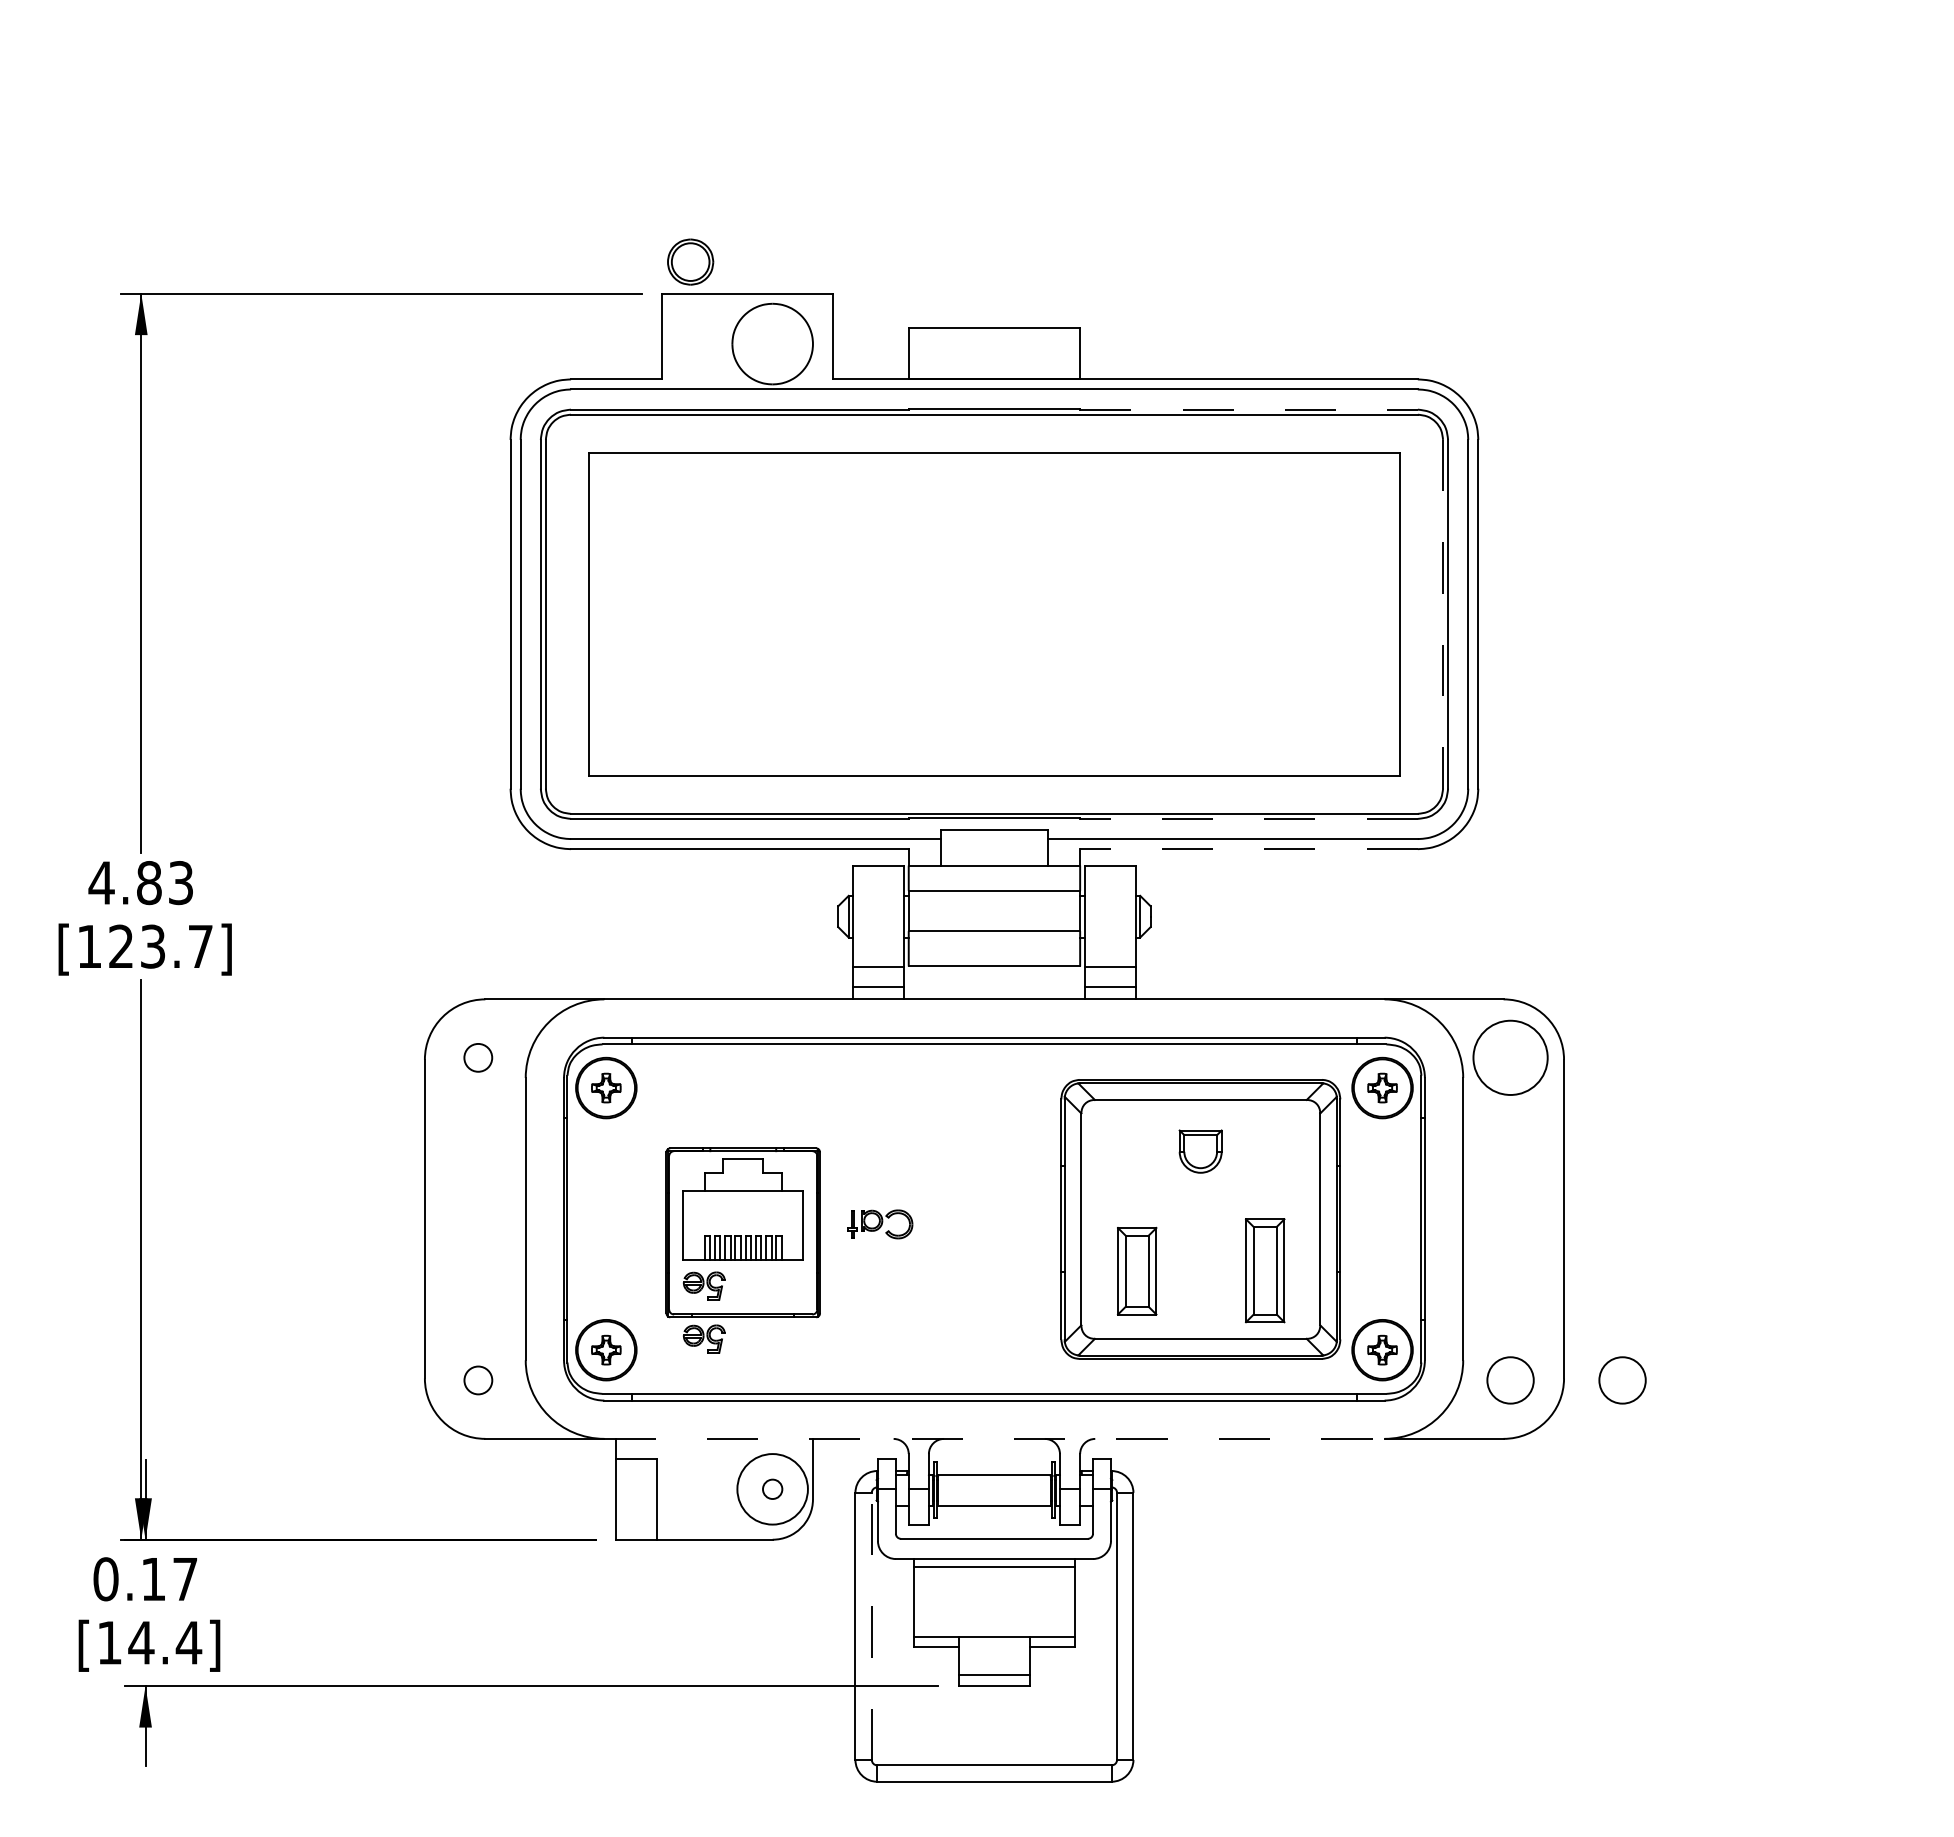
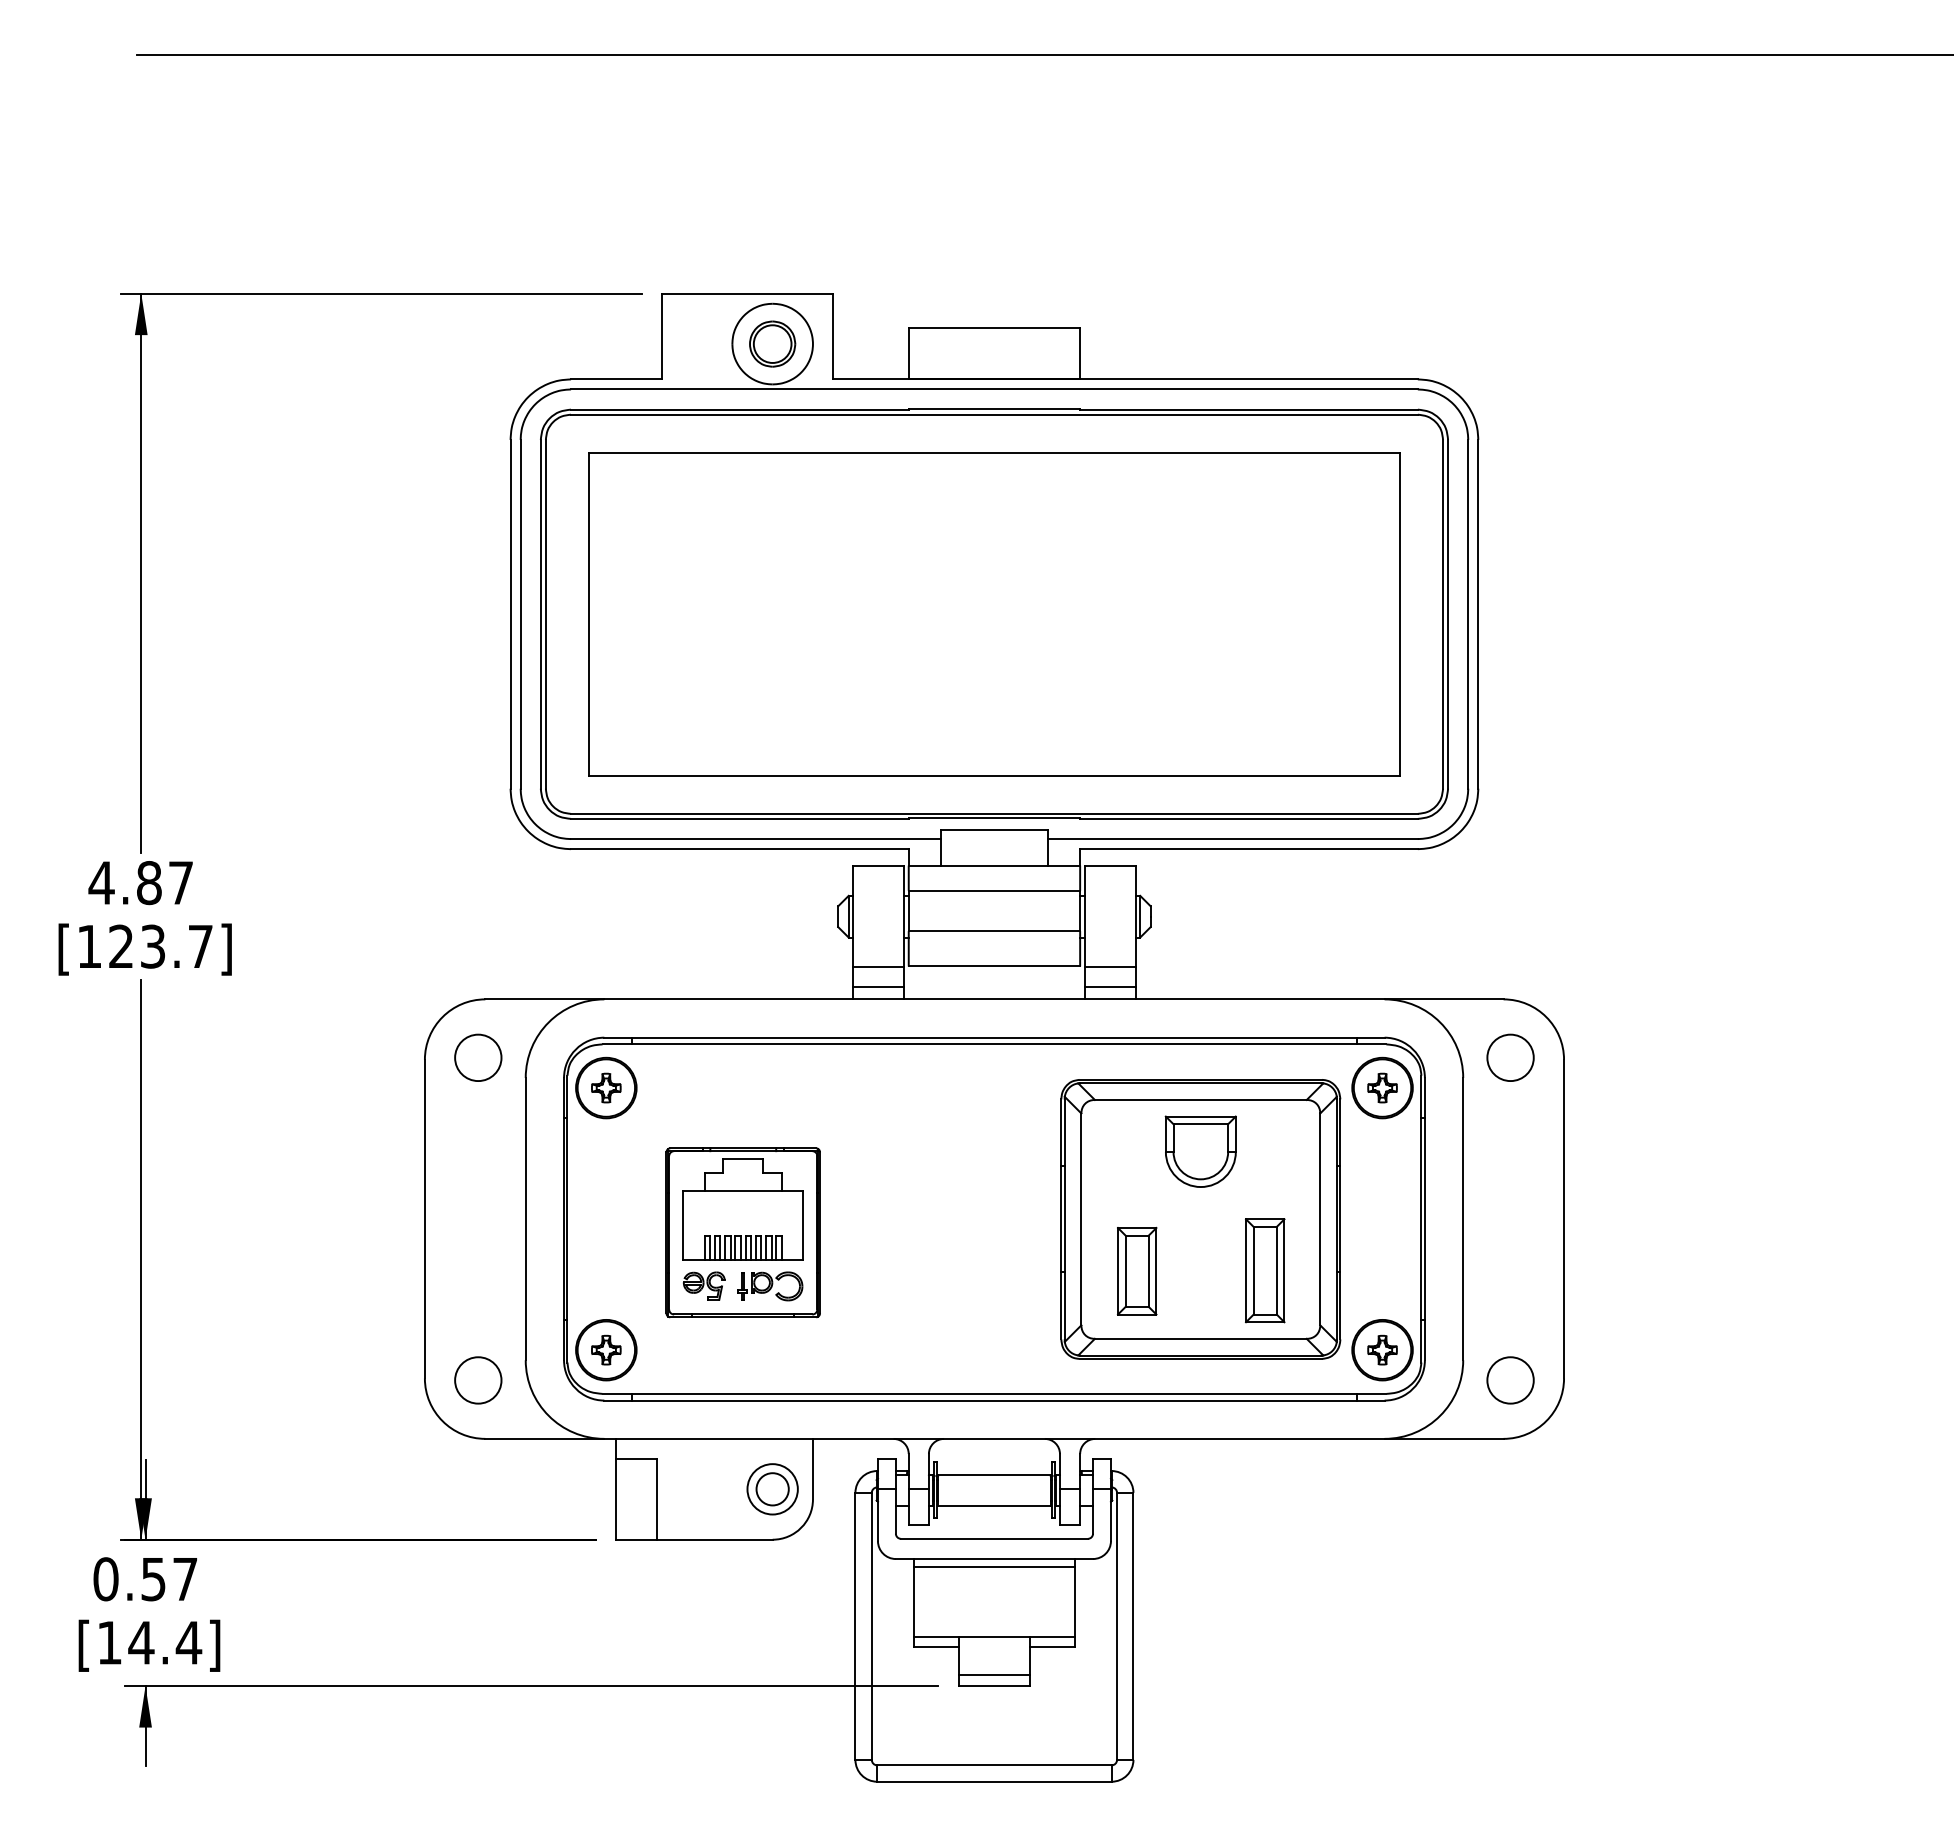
line at (1043, 55): none -> present
part at (690, 261) position: (690, 261) -> (772, 343)
line at (1248, 409): dashed -> solid
line at (1443, 614): dashed -> solid
line at (1248, 818): dashed -> solid
line at (1248, 849): dashed -> solid
text at (180, 883): 4.83 -> 4.87
circle at (478, 1057) diameter: 28 px -> 46 px
circle at (1510, 1057) diameter: 74 px -> 46 px
part at (1200, 1151) size: 45x45 px -> 73x73 px
part at (880, 1224) position: (880, 1224) -> (770, 1286)
part at (704, 1338): present -> none
circle at (478, 1380) size: 31x31 px -> 49x49 px
circle at (1622, 1380): present -> none
line at (994, 1438): dashed -> solid
circle at (772, 1489) diameter: 19 px -> 32 px
circle at (772, 1489) diameter: 71 px -> 50 px
text at (153, 1579): 0.17 -> 0.57
line at (871, 1626): dashed -> solid
